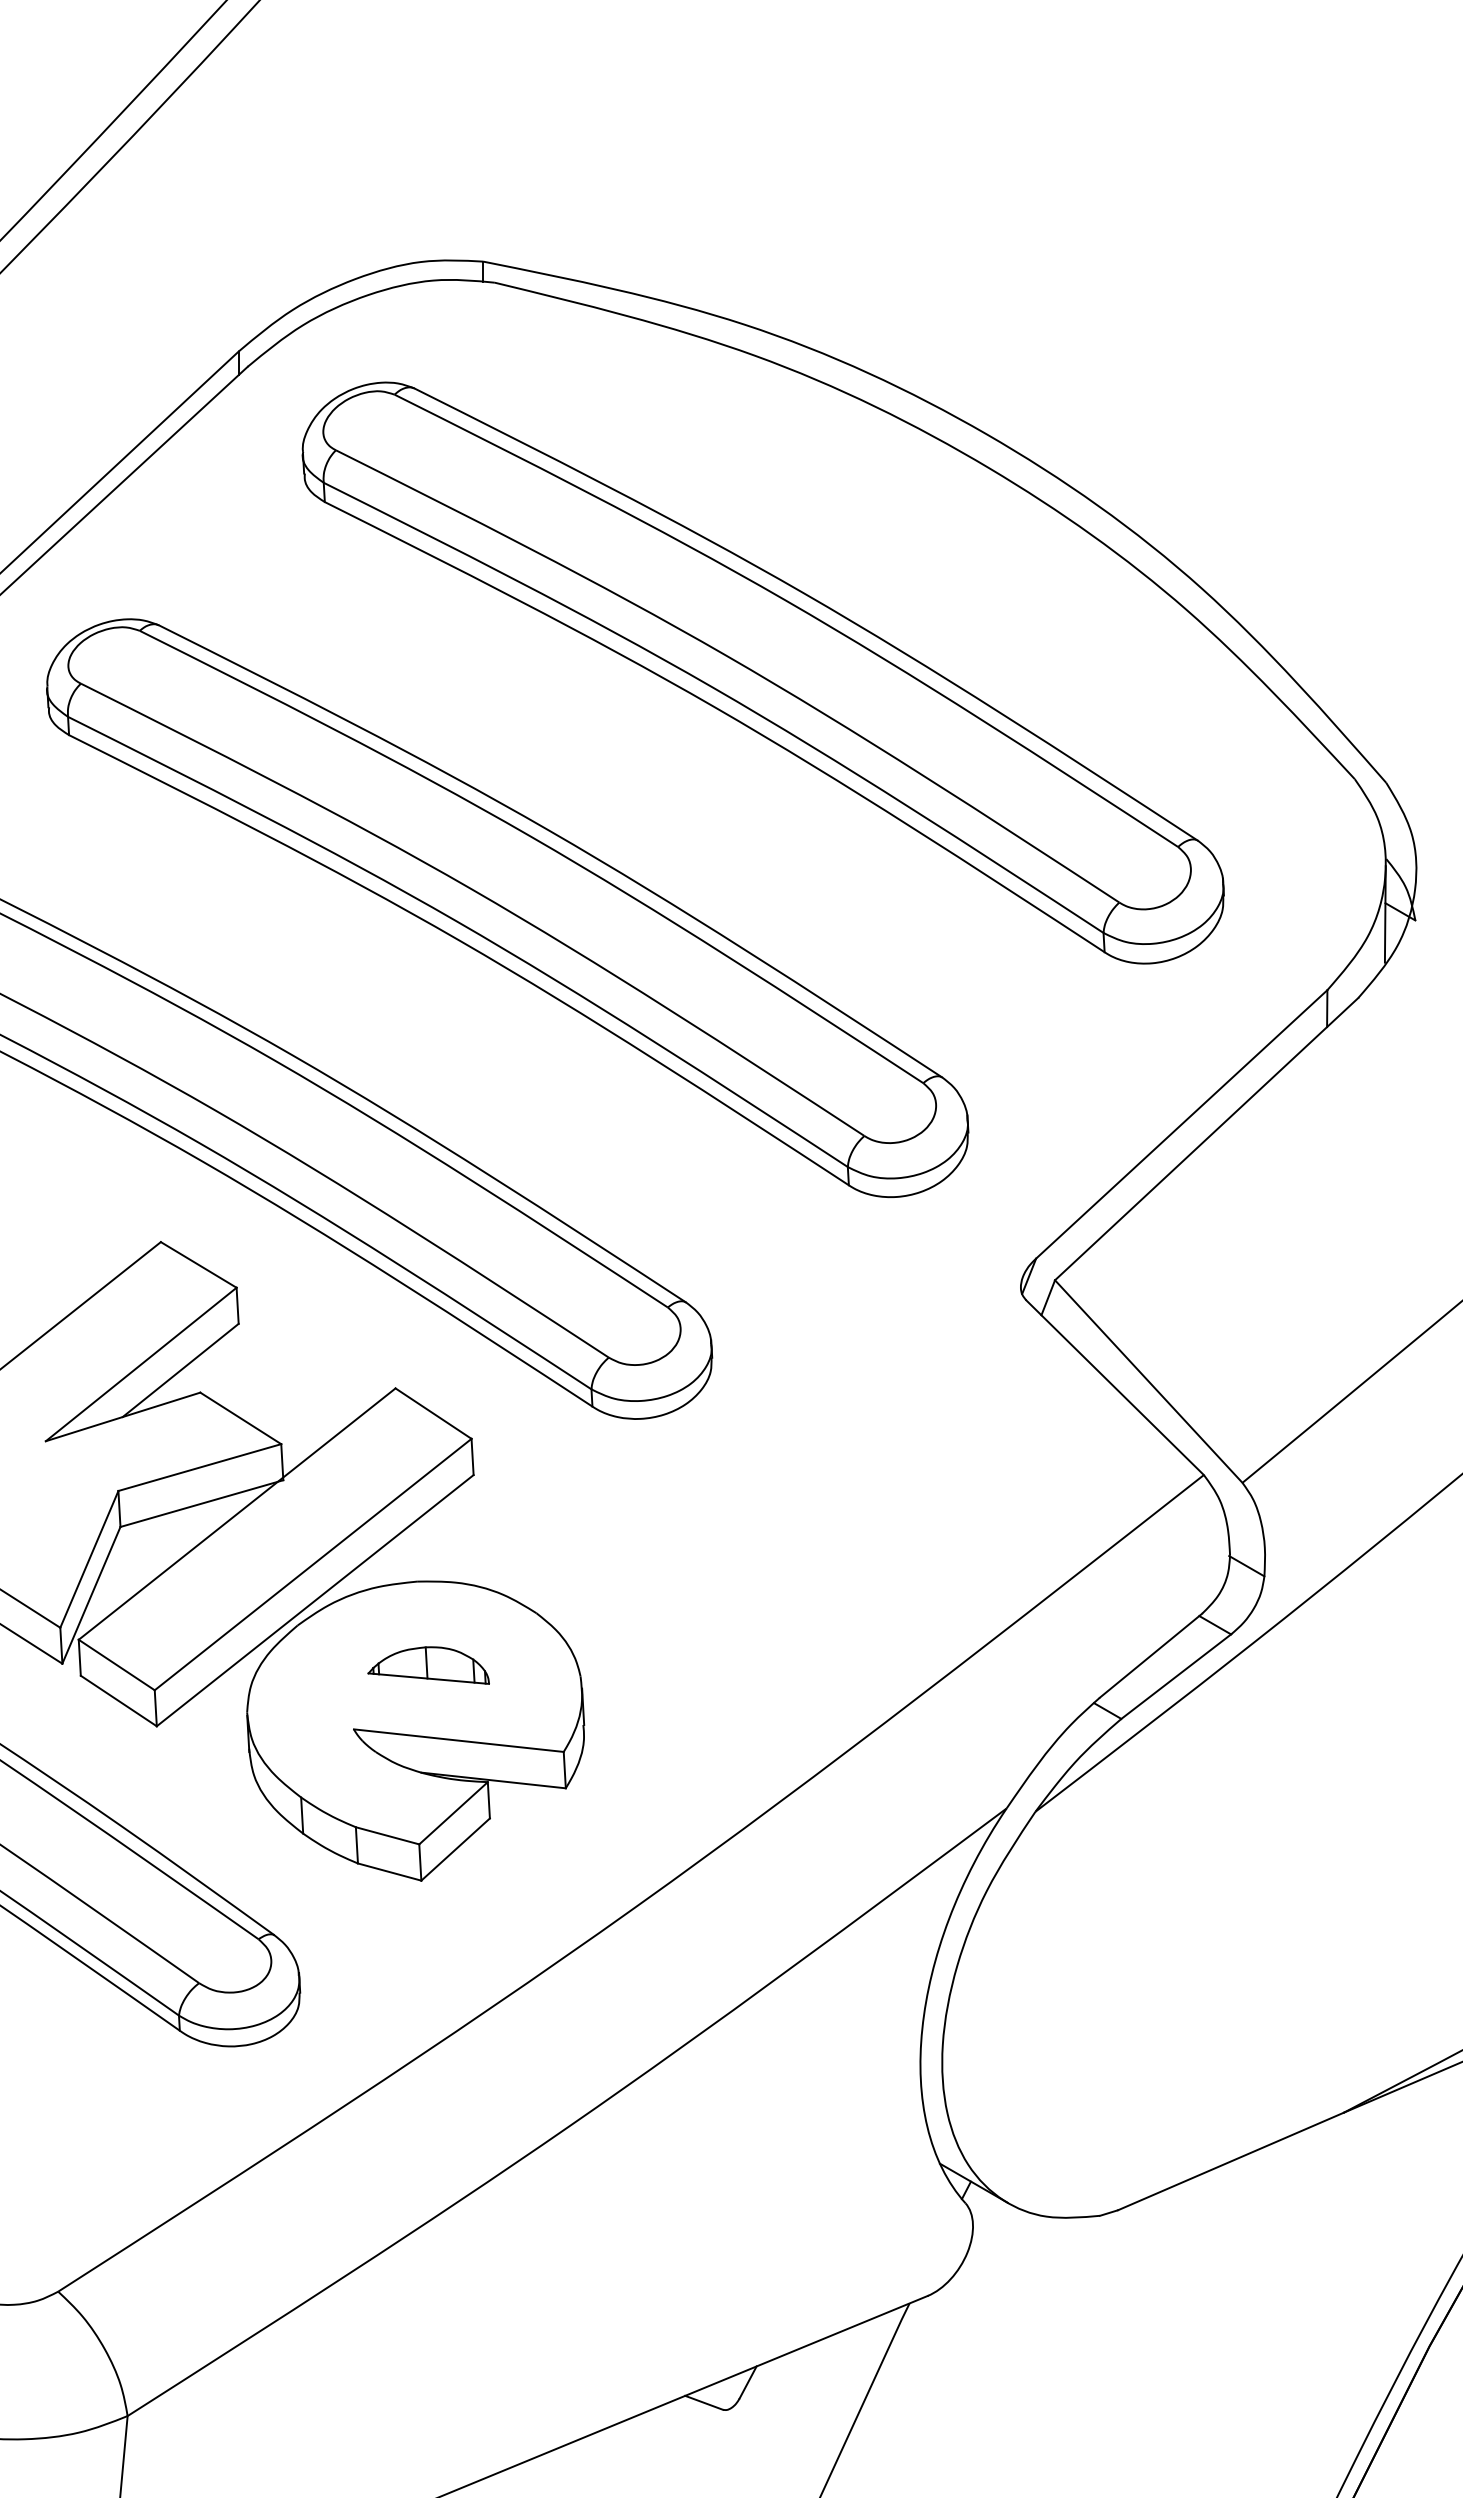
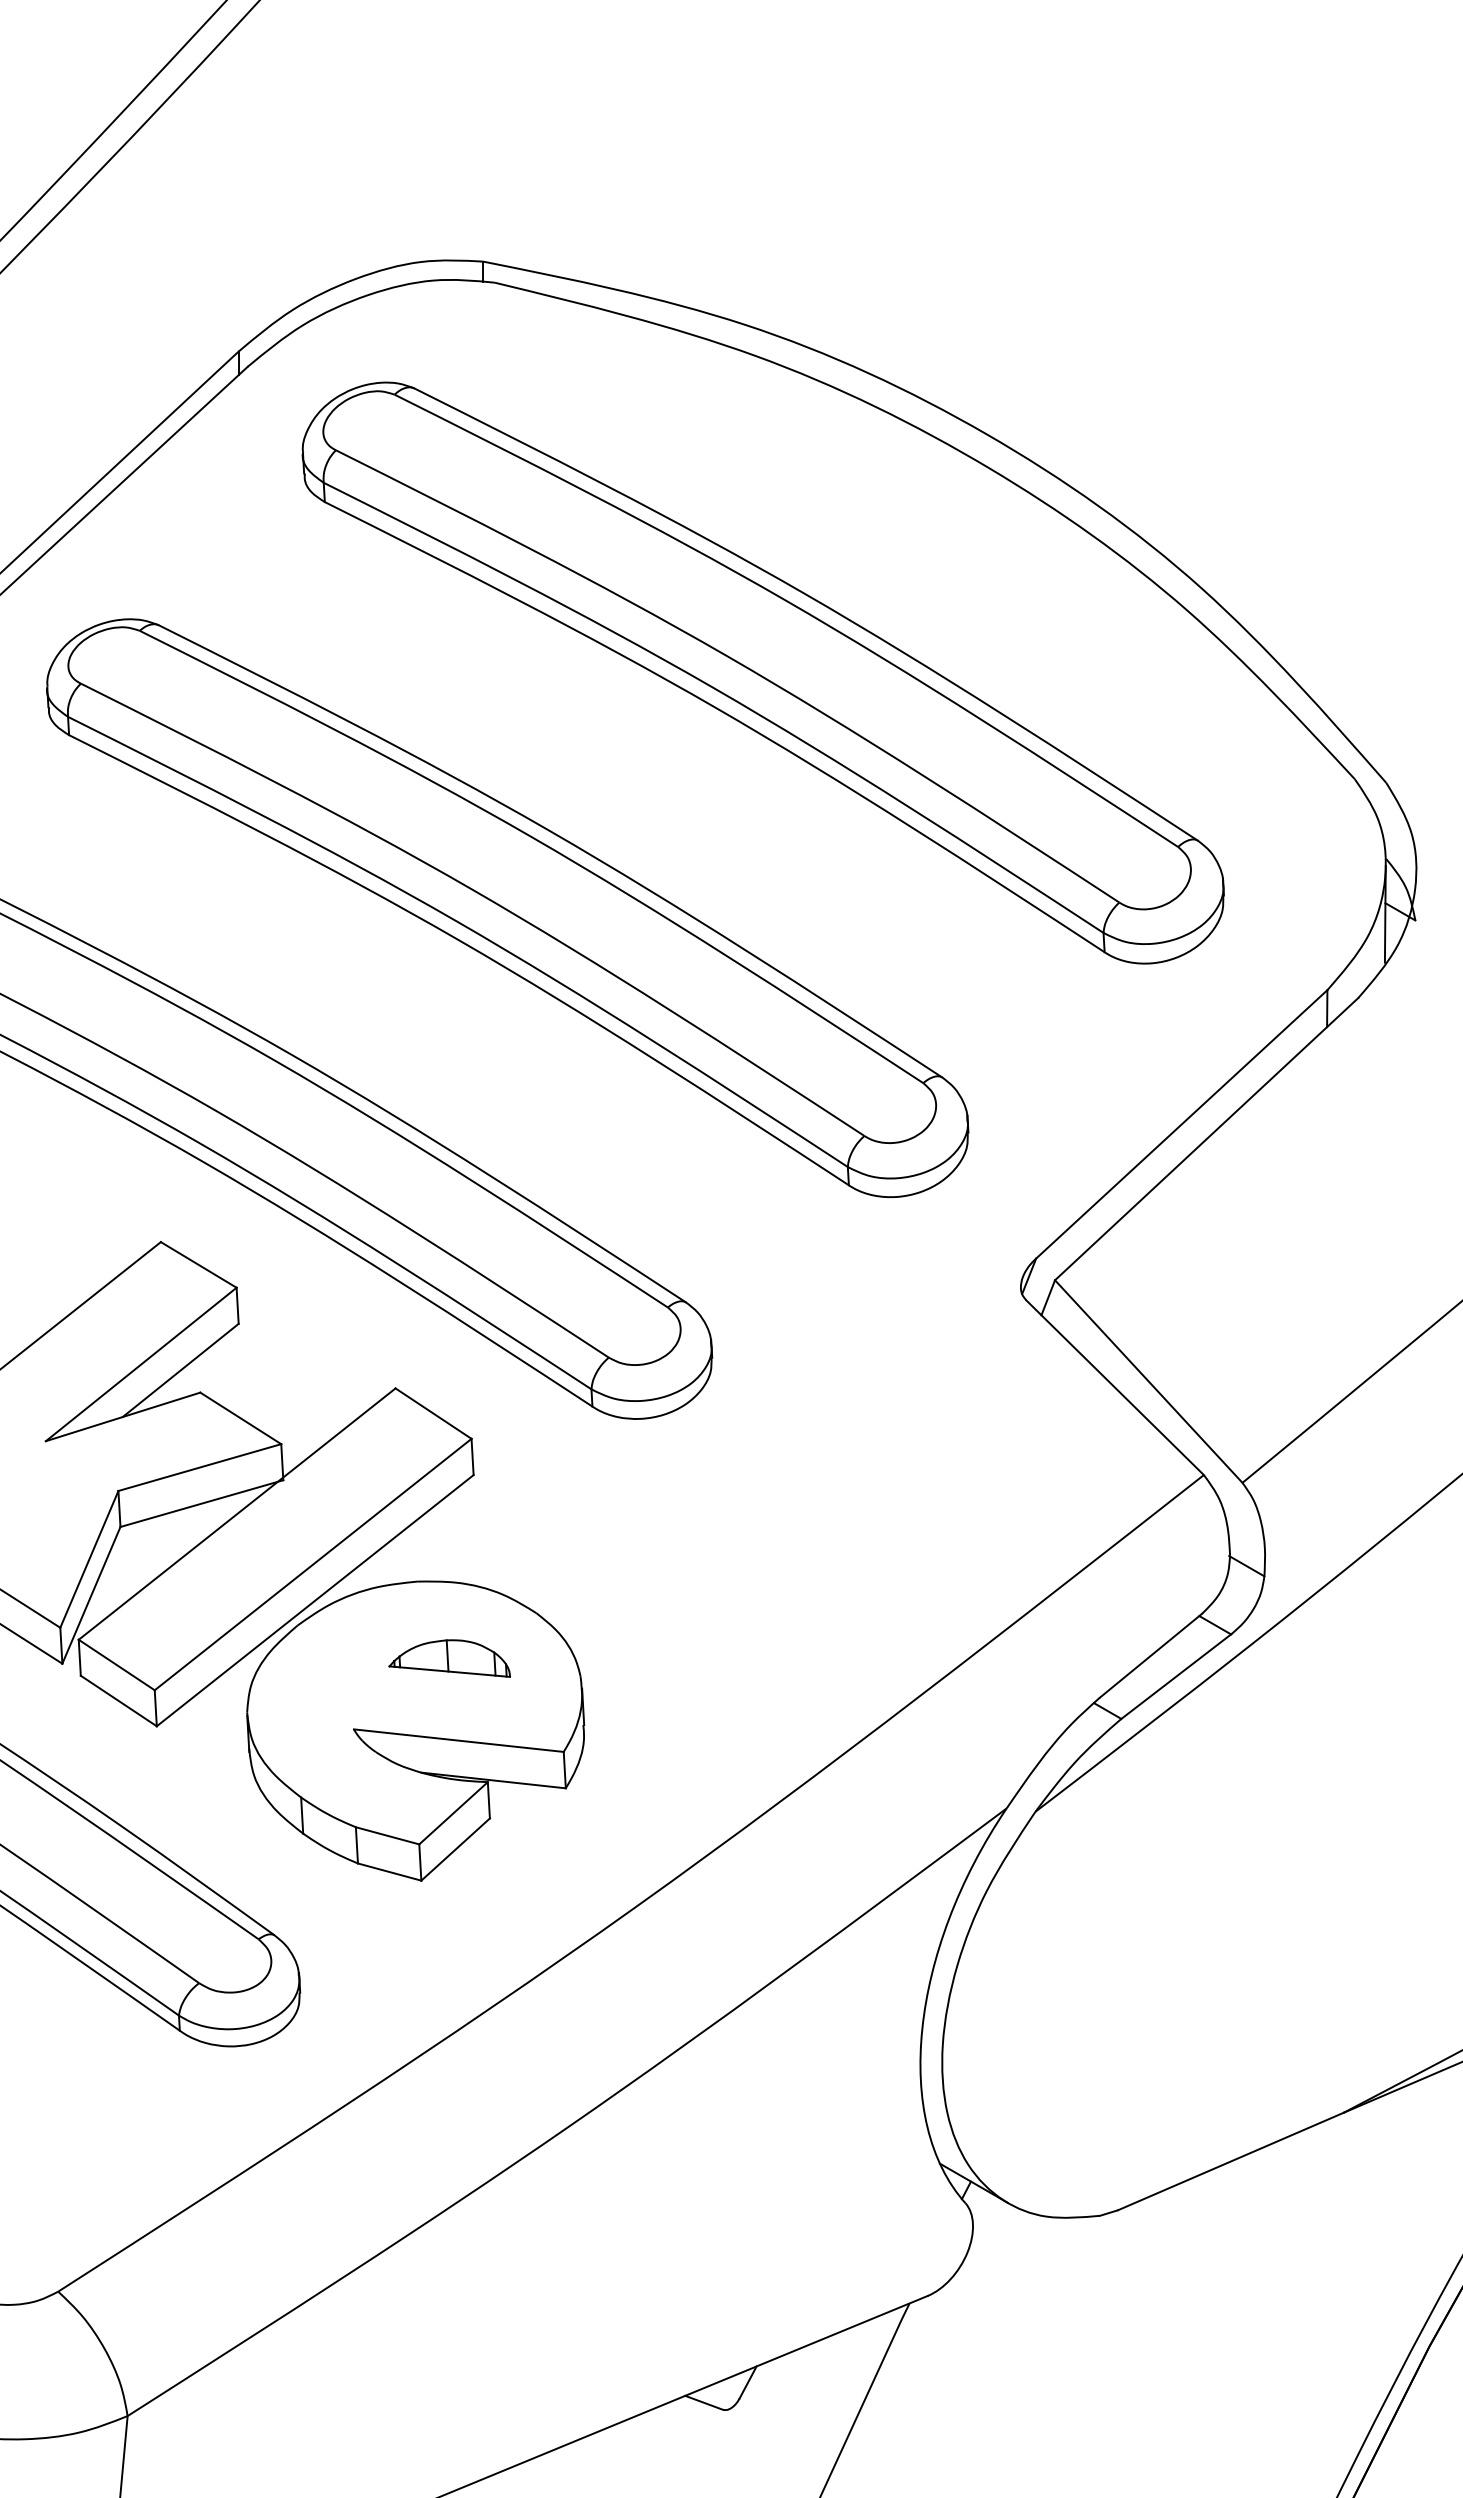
part at (428, 1665) position: (428, 1665) -> (449, 1658)
